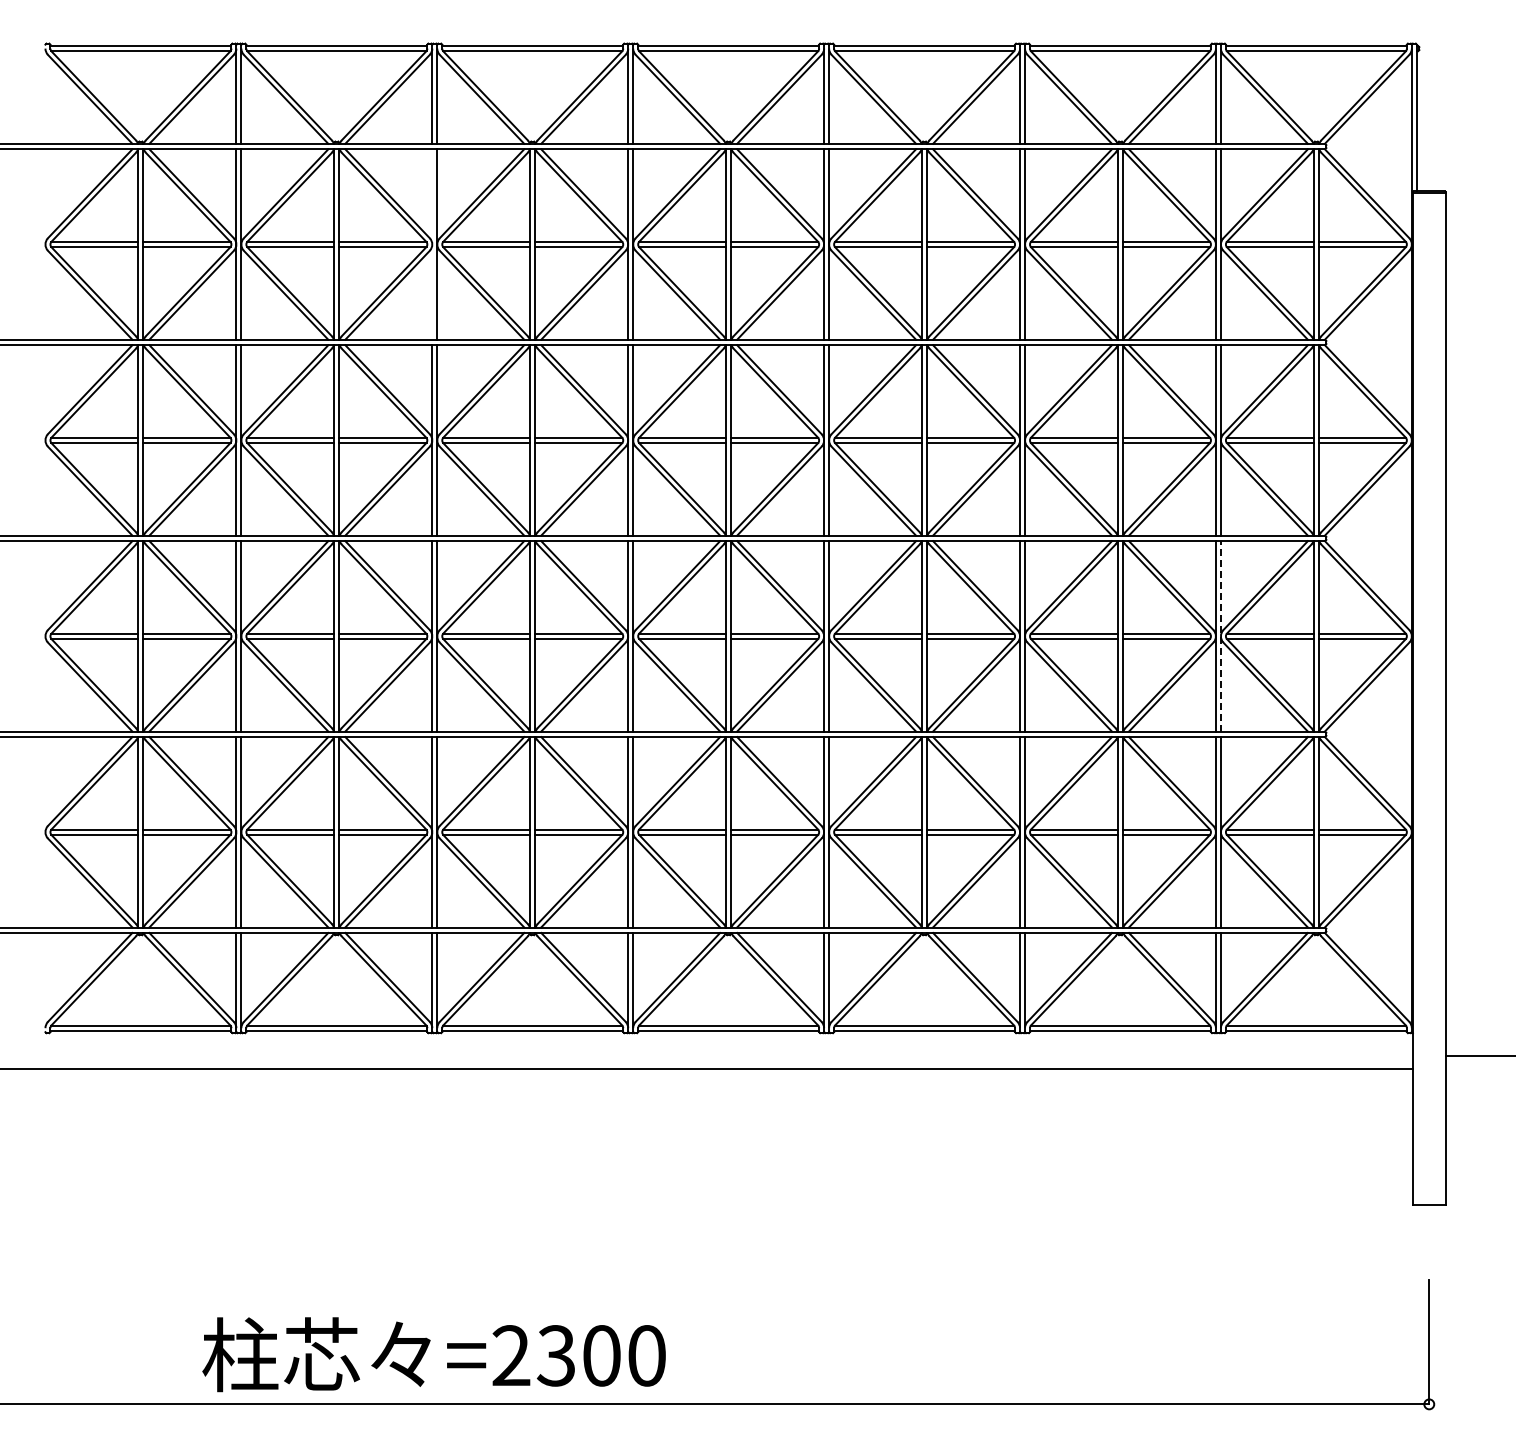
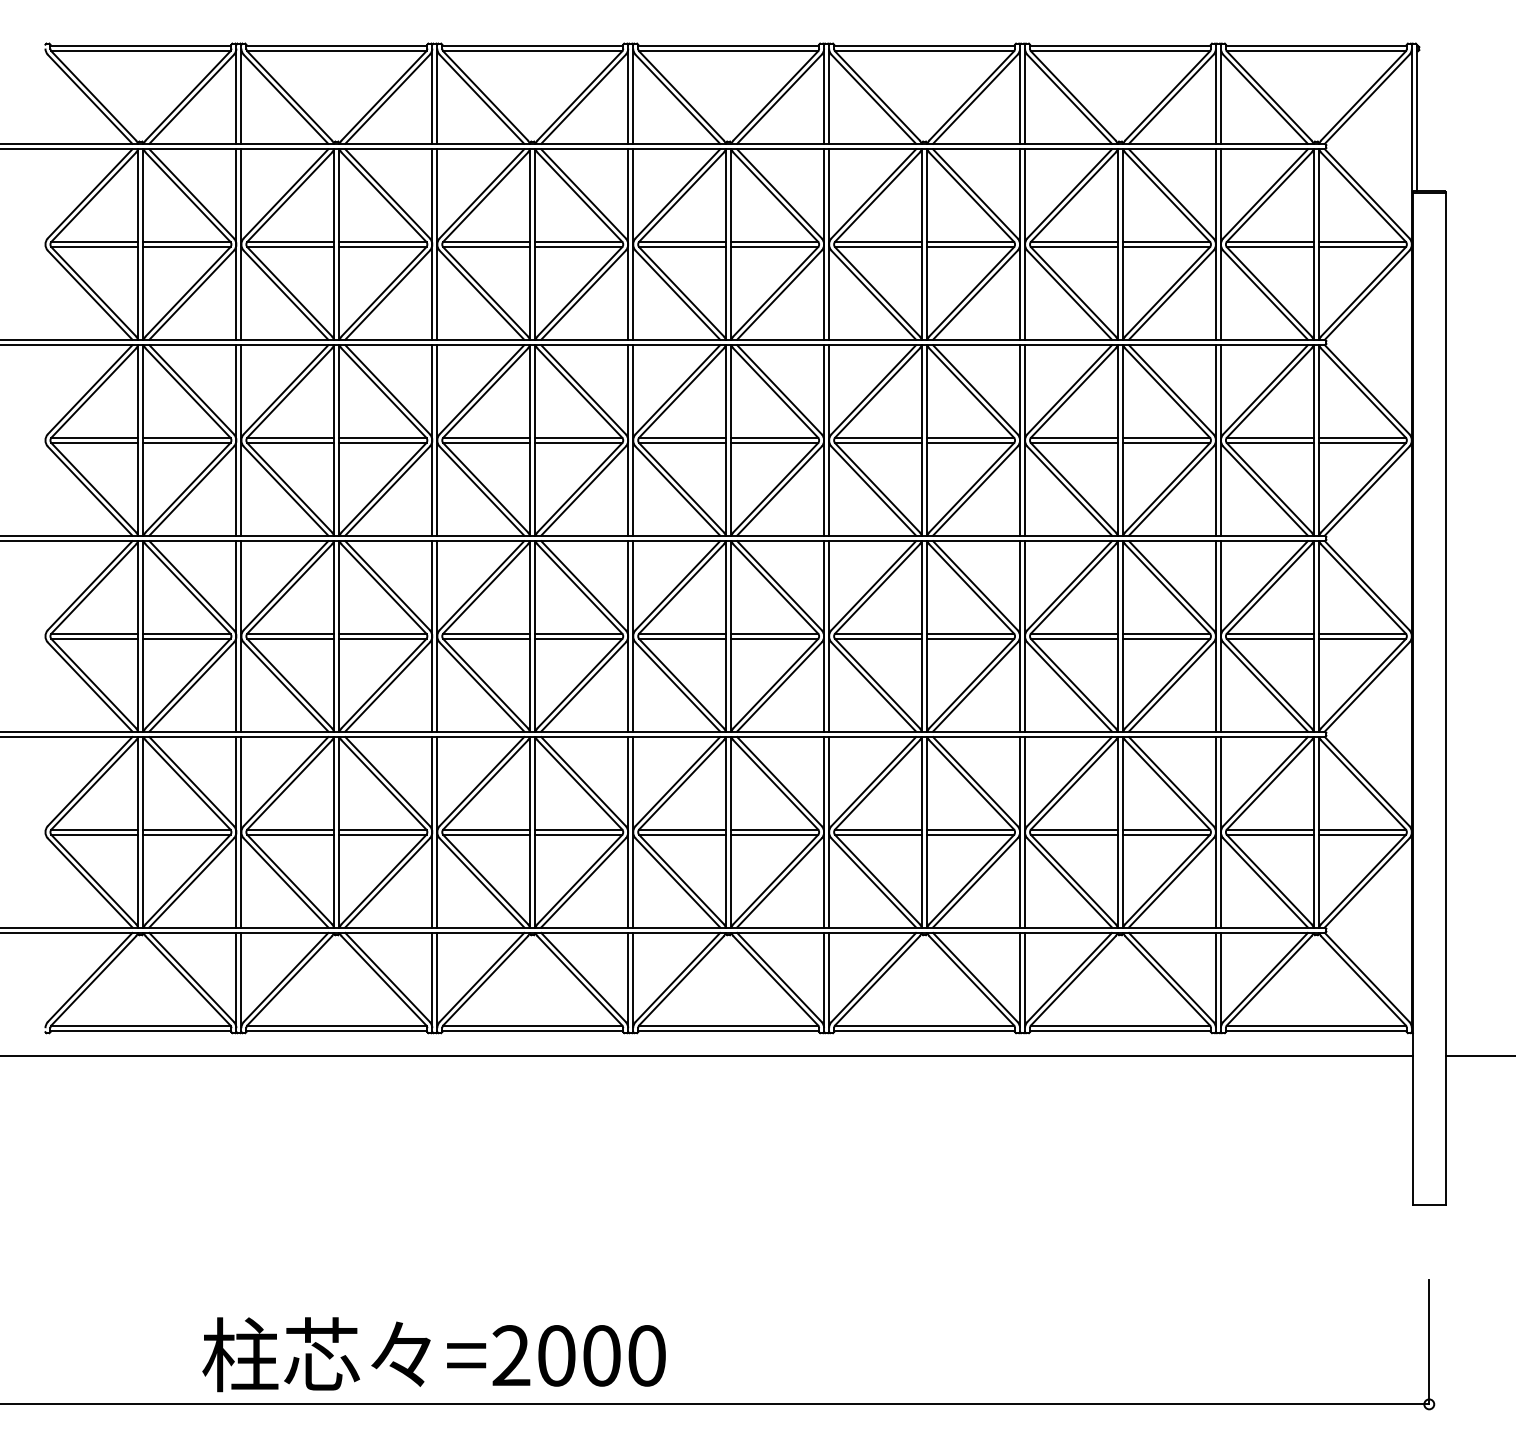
line at (432, 244): none -> present
line at (1220, 635): dashed -> solid
line at (707, 1068) position: (707, 1068) -> (707, 1055)
text at (555, 1355): =2300 -> =2000
